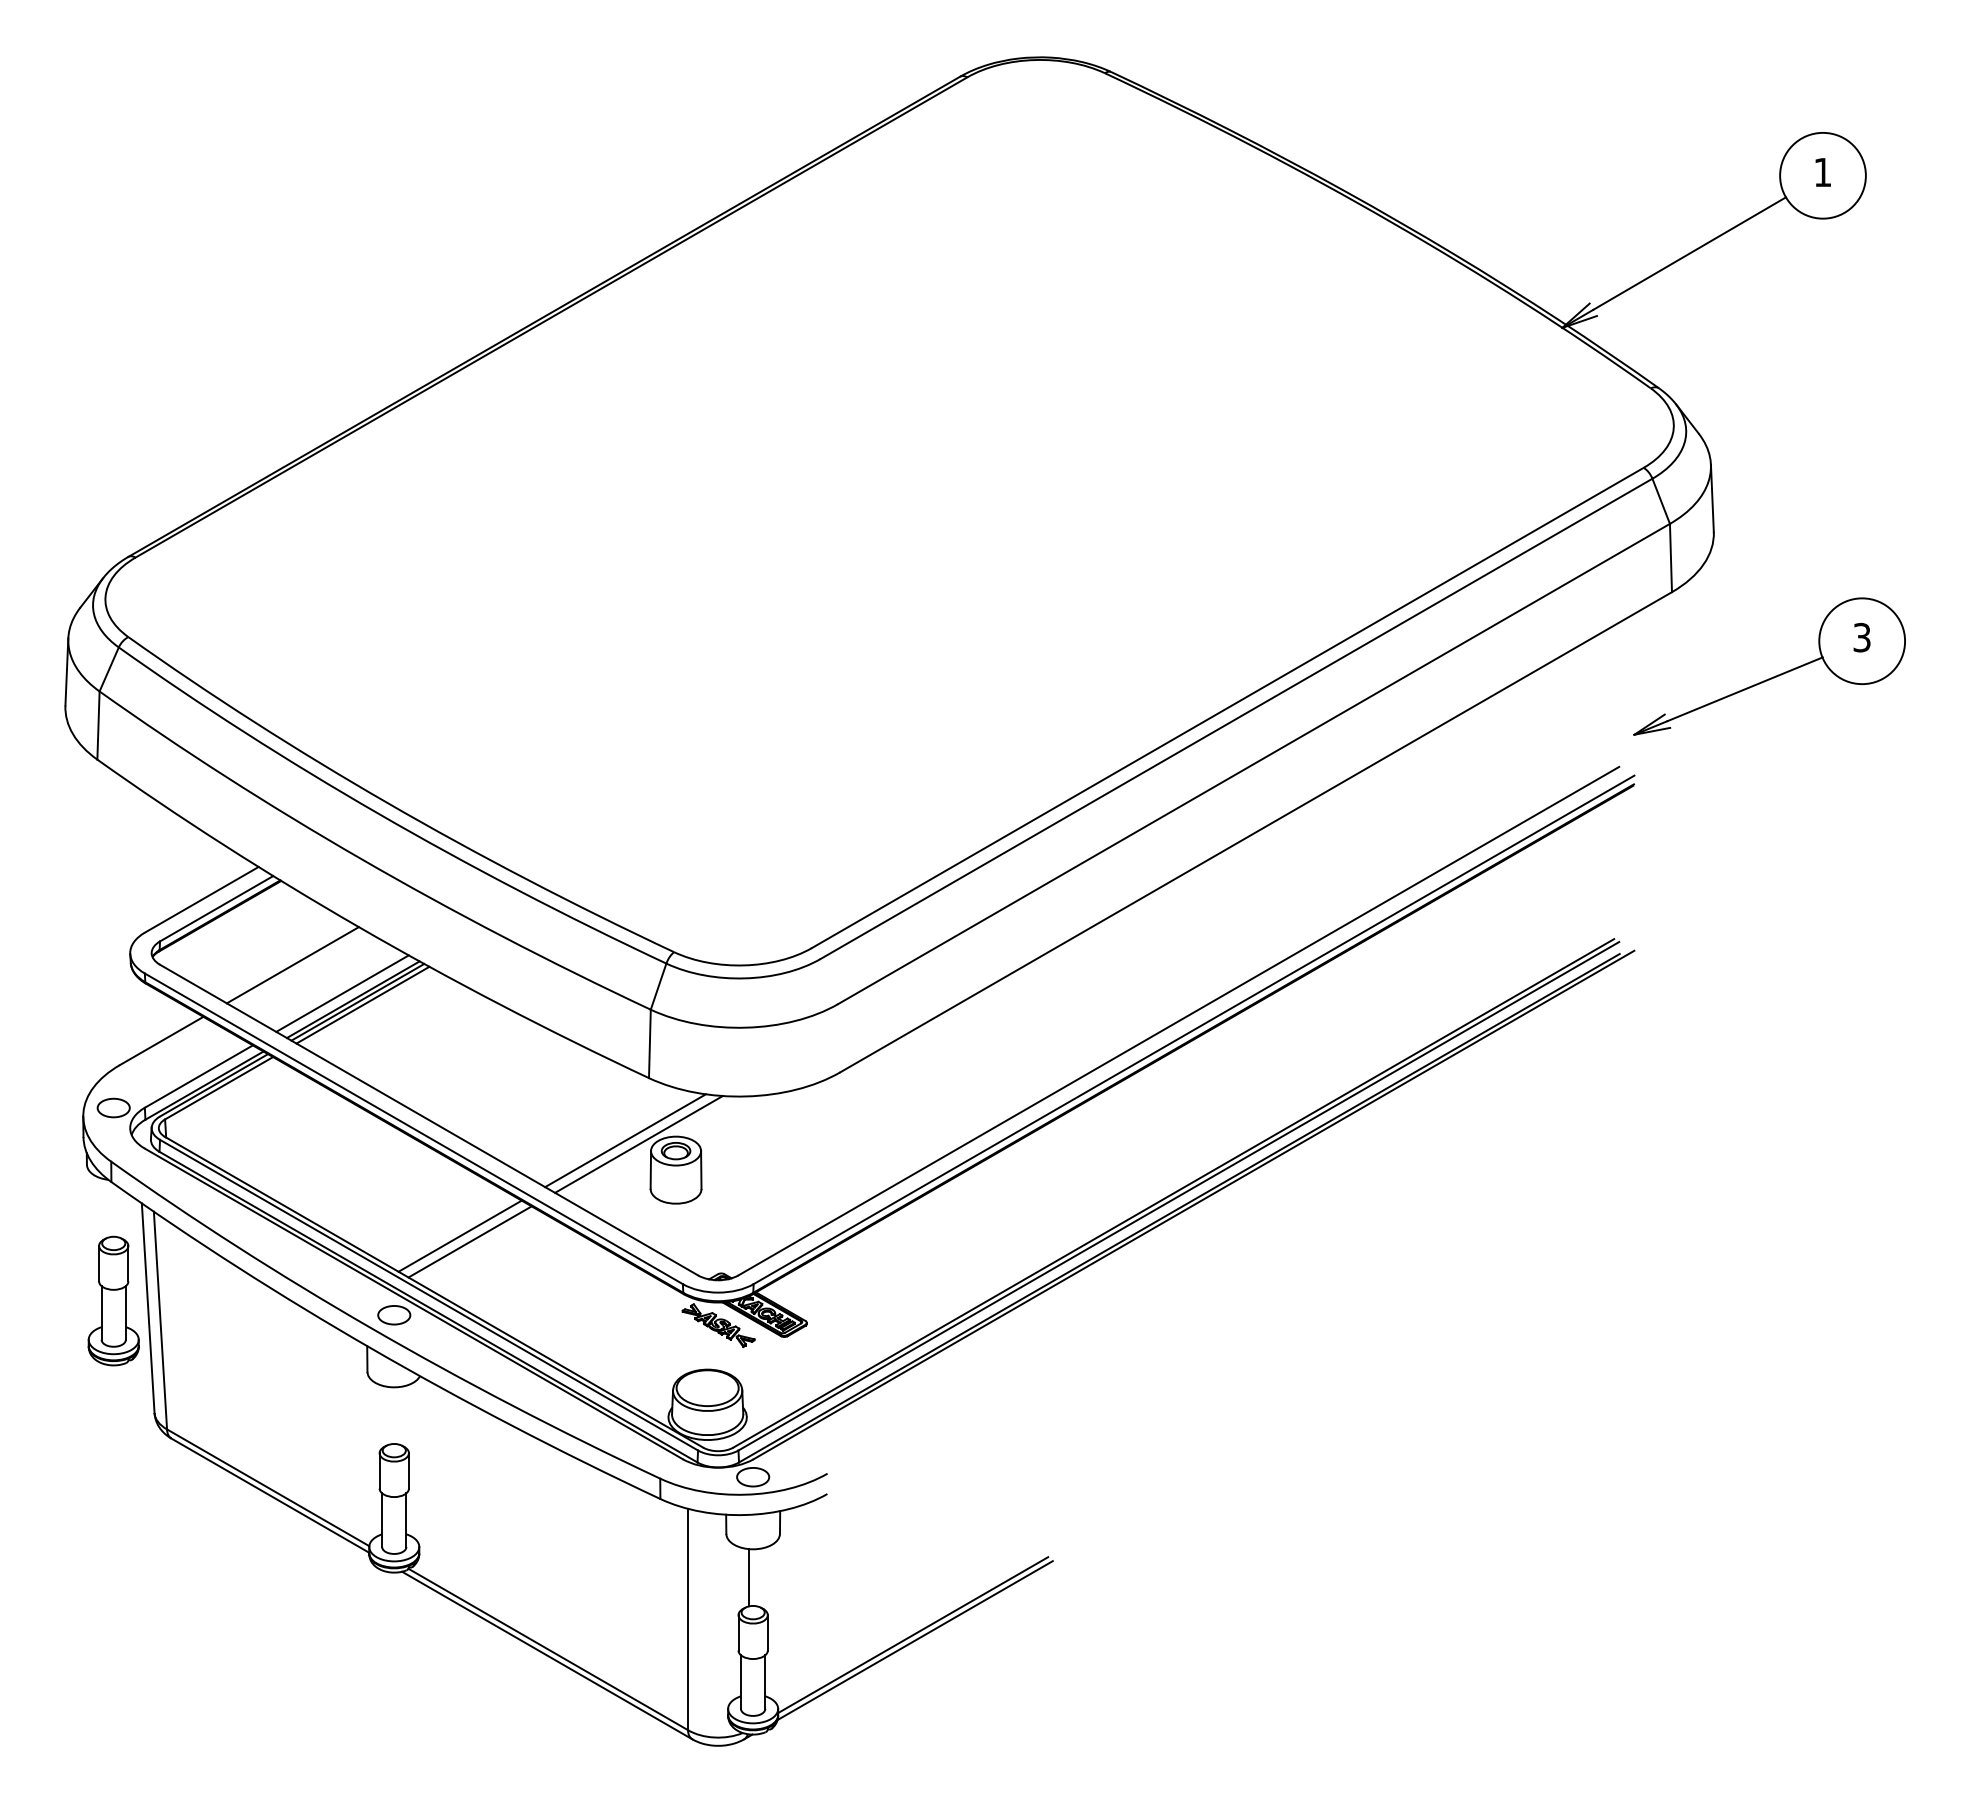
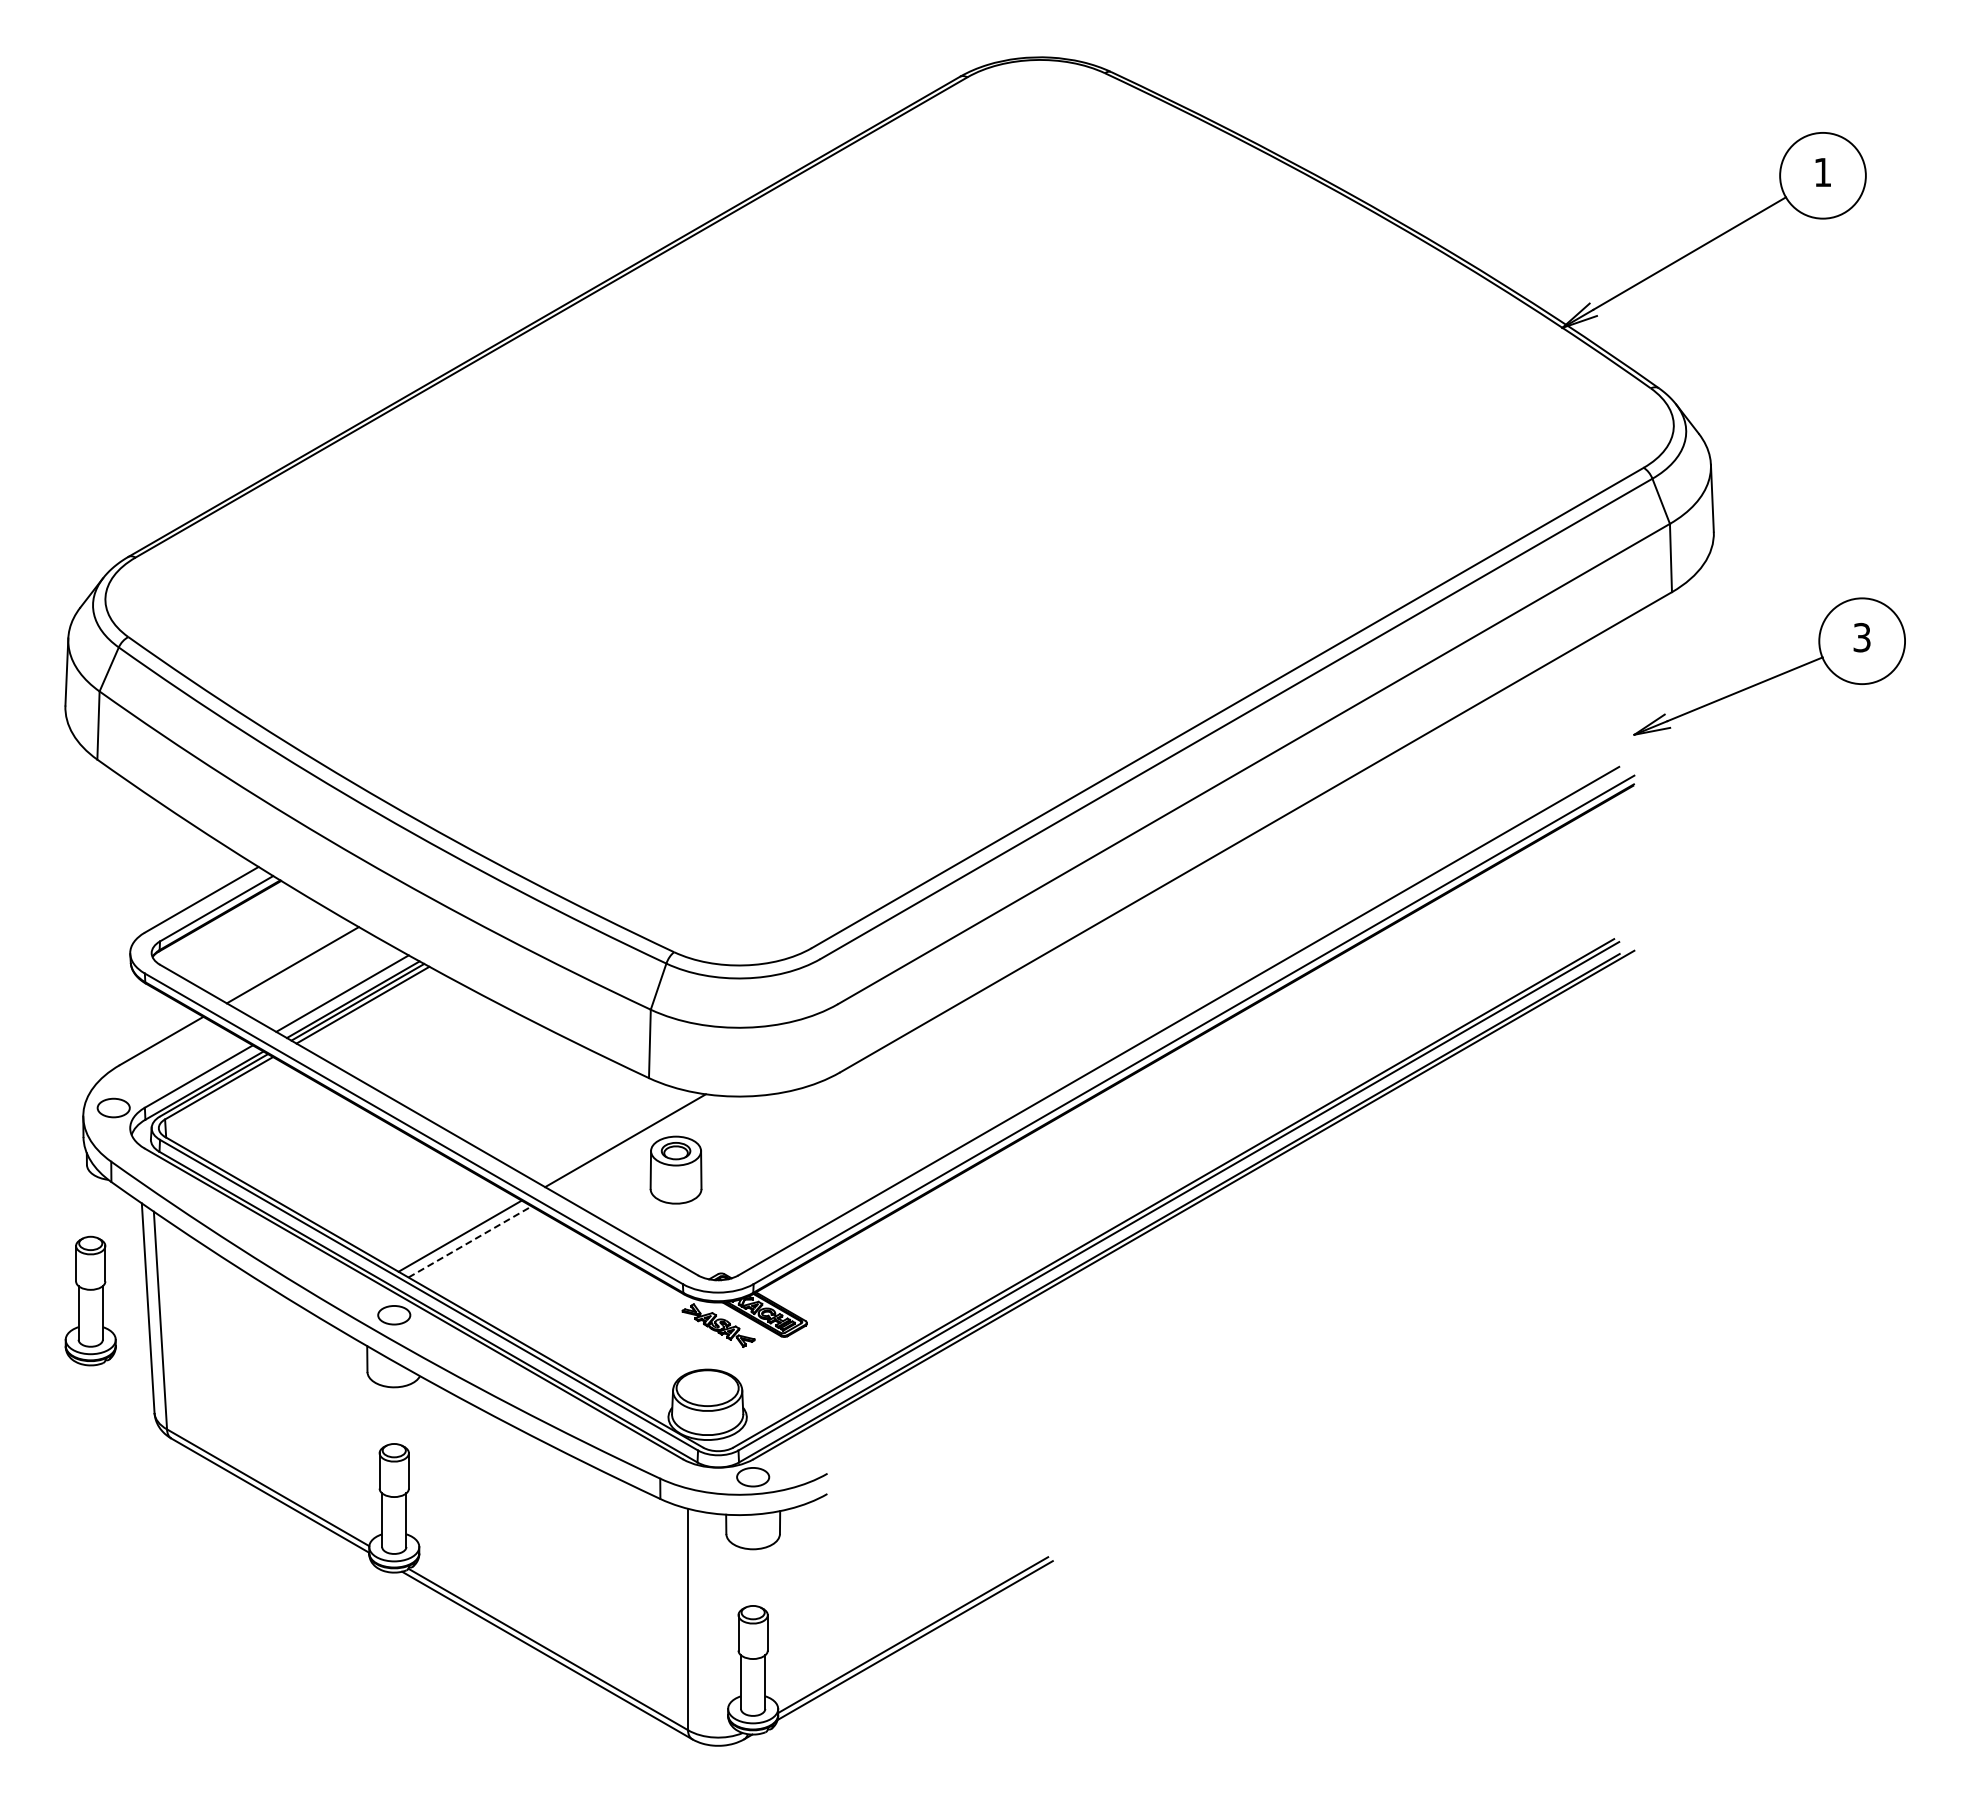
line at (638, 1144): present -> none
line at (470, 1241): solid -> dashed
part at (113, 1300) position: (113, 1300) -> (90, 1300)
line at (748, 1577): present -> none
